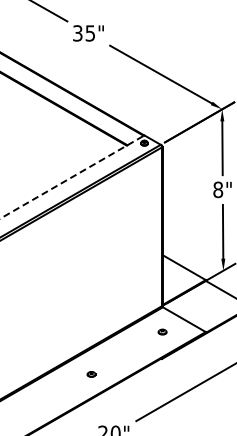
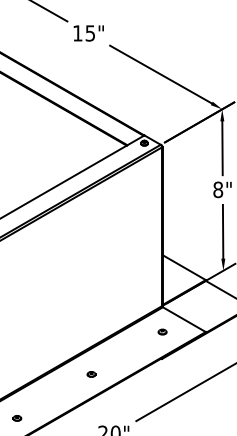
text at (77, 33): 35" -> 15"
line at (72, 176): dashed -> solid
part at (17, 418): none -> present
